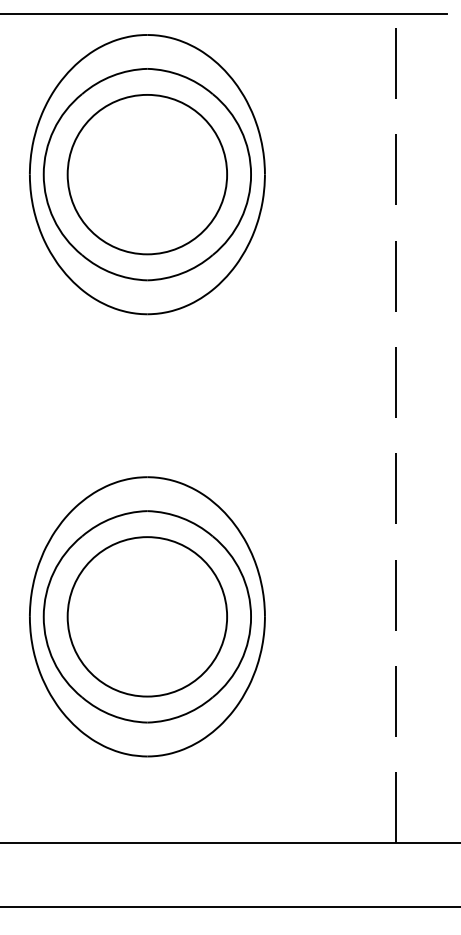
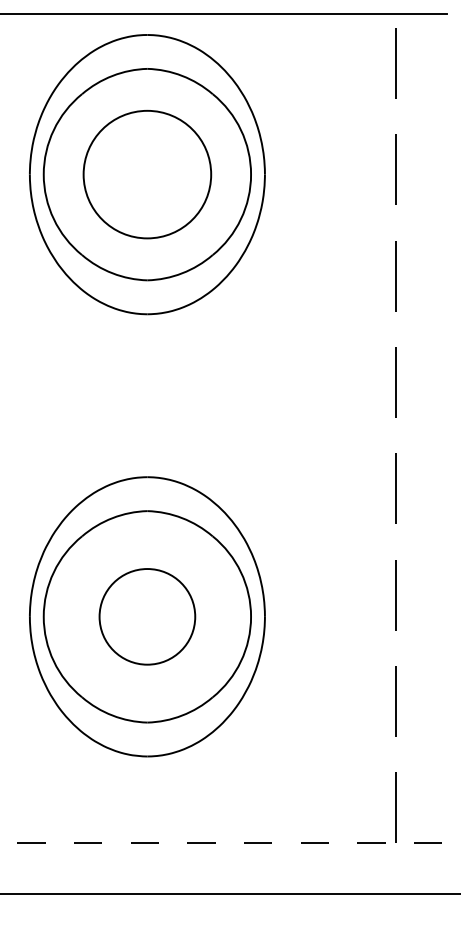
circle at (147, 174) diameter: 159 px -> 128 px
circle at (147, 616) diameter: 159 px -> 96 px
line at (230, 843): solid -> dashed
line at (229, 906) position: (229, 906) -> (229, 893)
